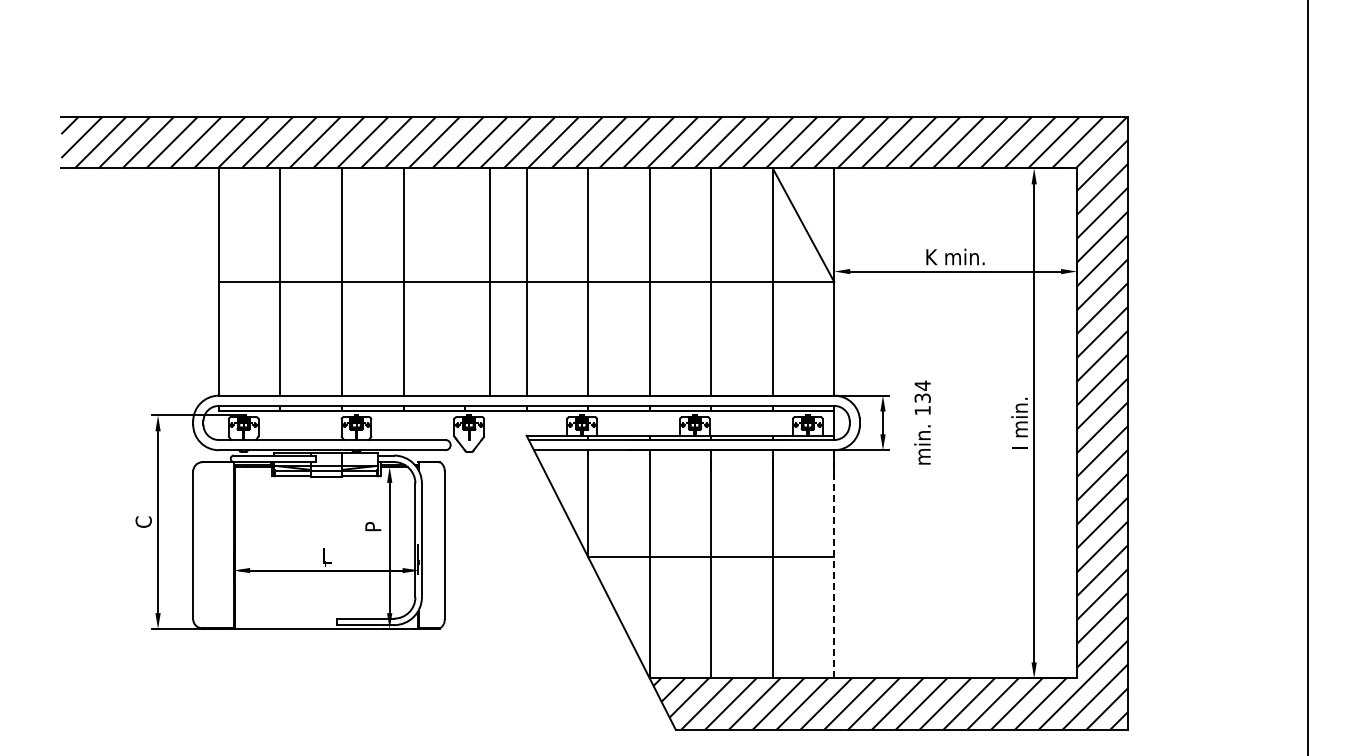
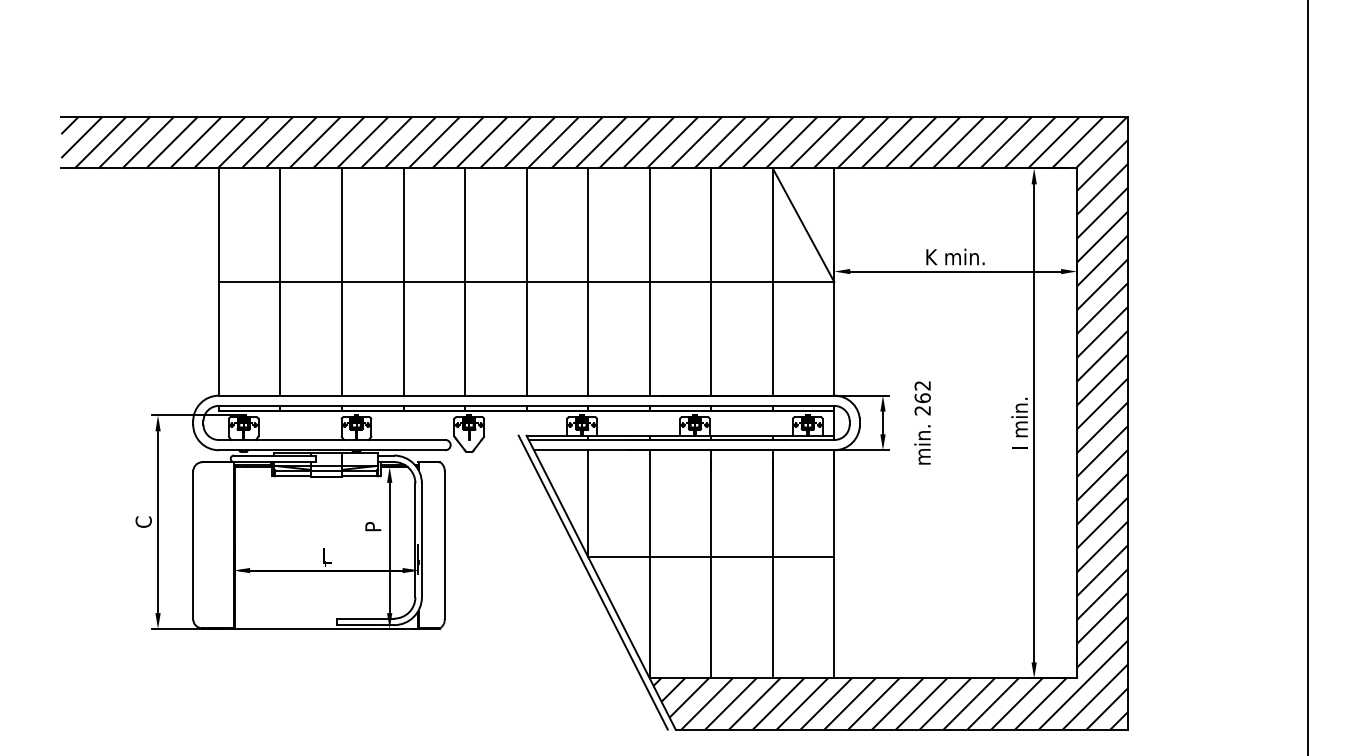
line at (490, 281) position: (490, 281) -> (465, 281)
text at (922, 397): 134 -> 262
line at (834, 563): dashed -> solid
line at (592, 582): none -> present
